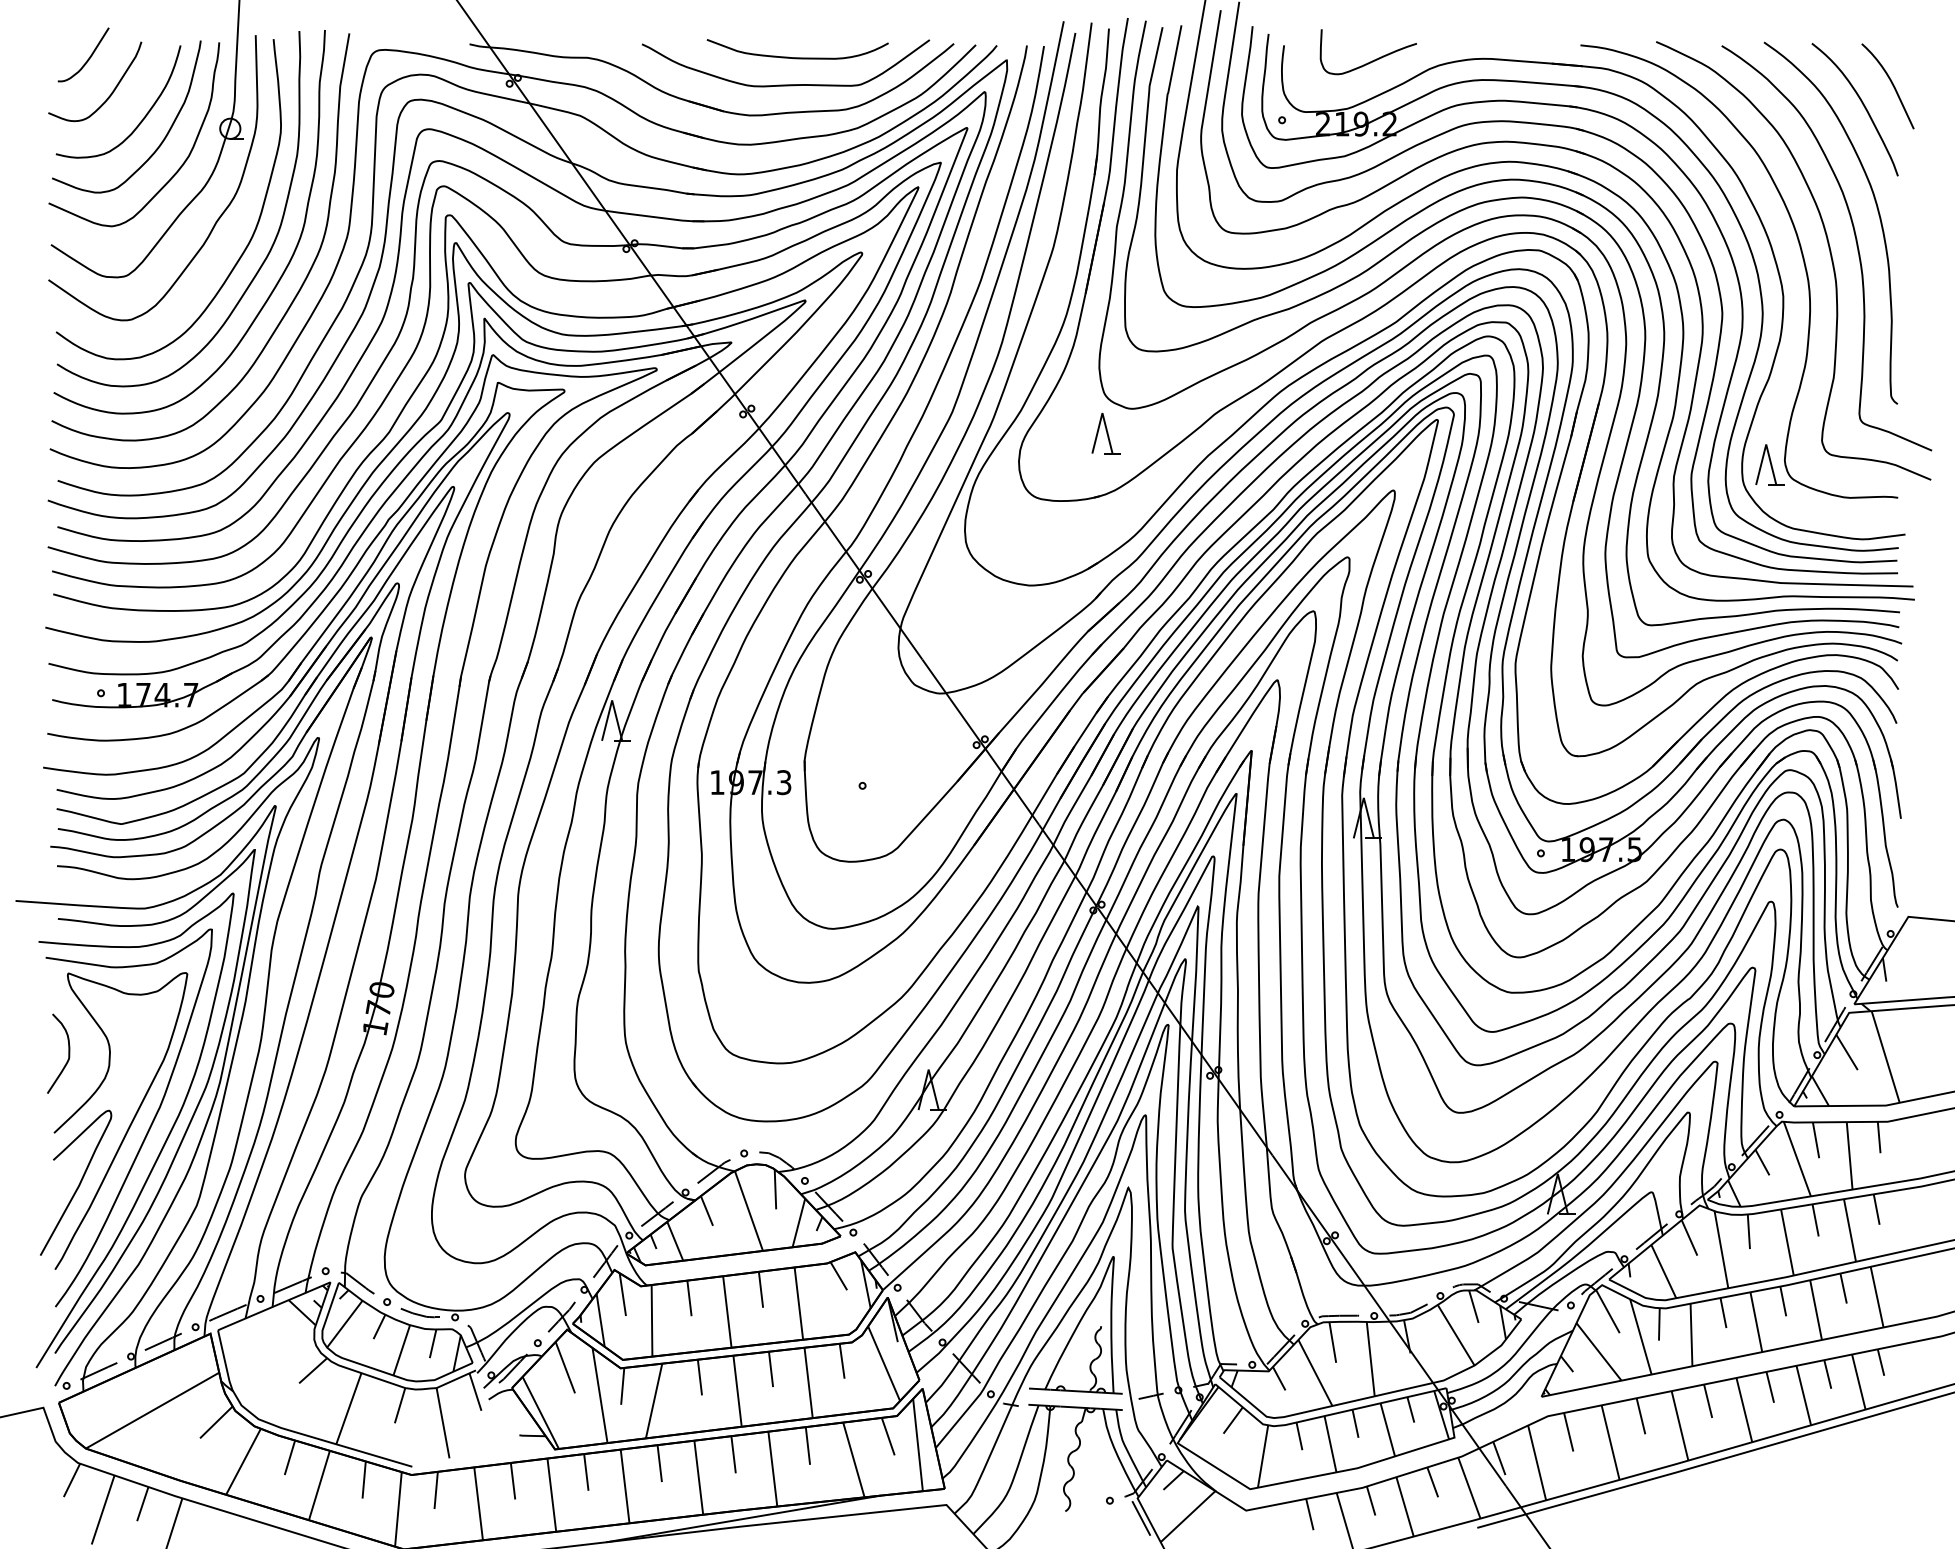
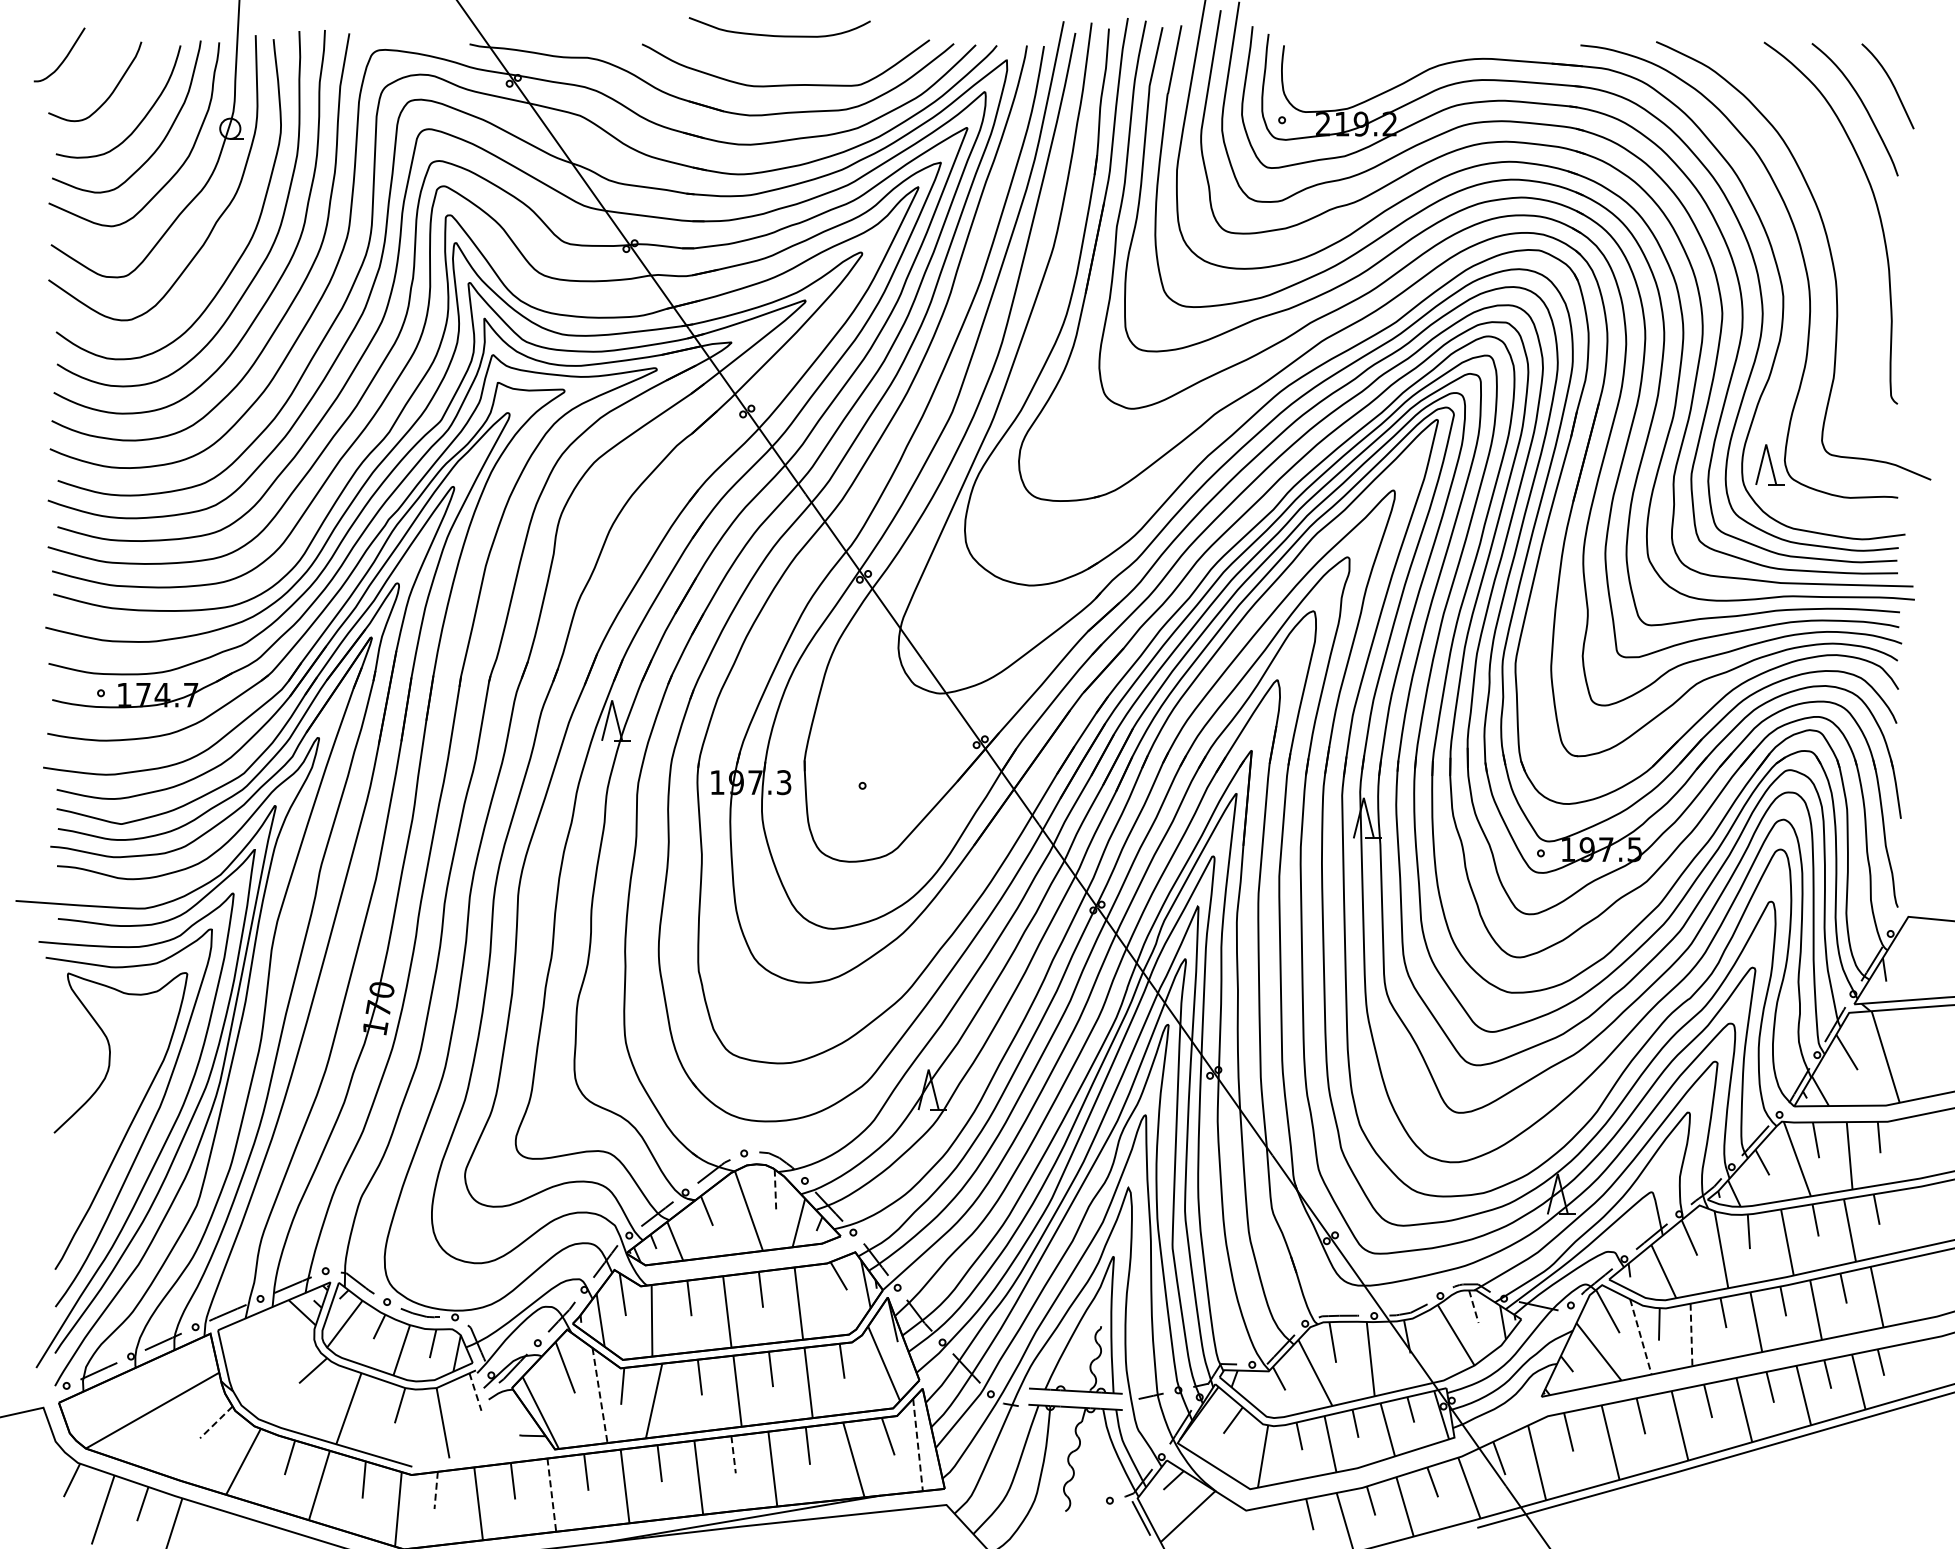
curve at (89, 56) position: (89, 56) -> (65, 56)
curve at (797, 57) position: (797, 57) -> (779, 35)
curve at (1369, 61): present -> none
curve at (1855, 241): present -> none
part at (1105, 433): present -> none
curve at (68, 1053): present -> none
curve at (78, 1184): present -> none
line at (775, 1189): solid -> dashed
line at (1473, 1306): solid -> dashed
line at (1691, 1335): solid -> dashed
line at (1641, 1337): solid -> dashed
line at (475, 1392): solid -> dashed
line at (600, 1396): solid -> dashed
line at (216, 1422): solid -> dashed
line at (918, 1445): solid -> dashed
line at (733, 1454): solid -> dashed
line at (436, 1490): solid -> dashed
line at (551, 1495): solid -> dashed
